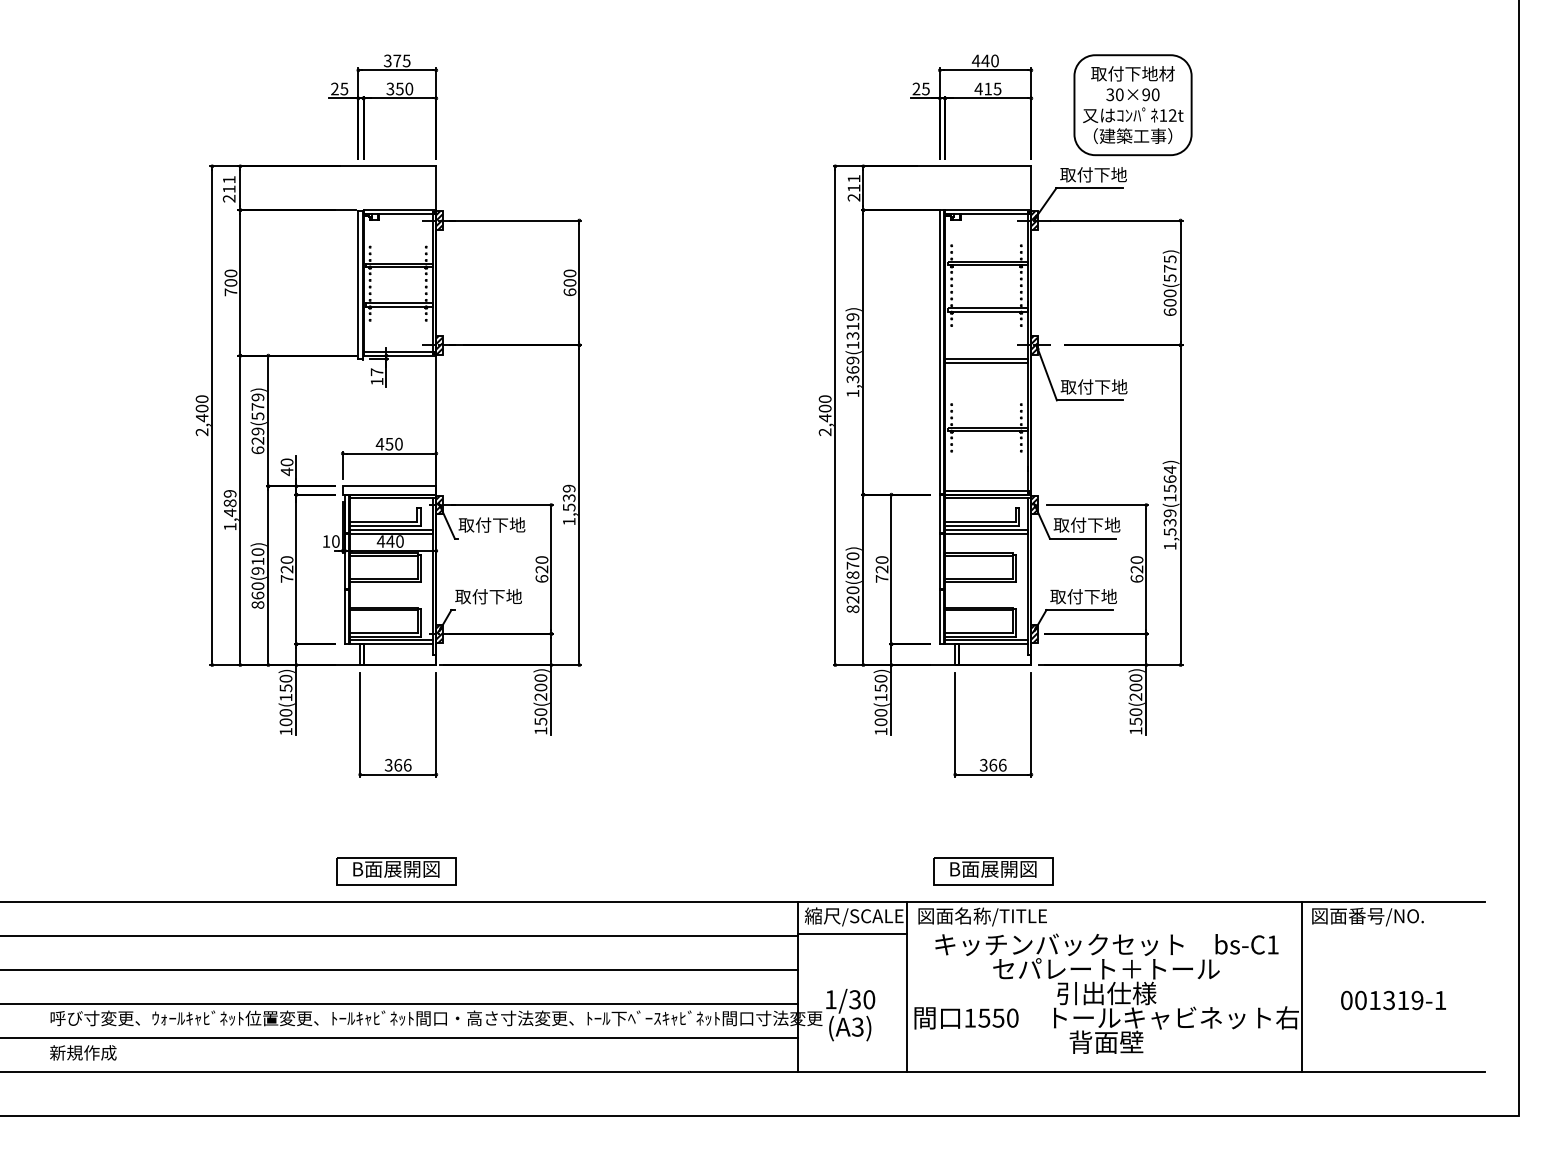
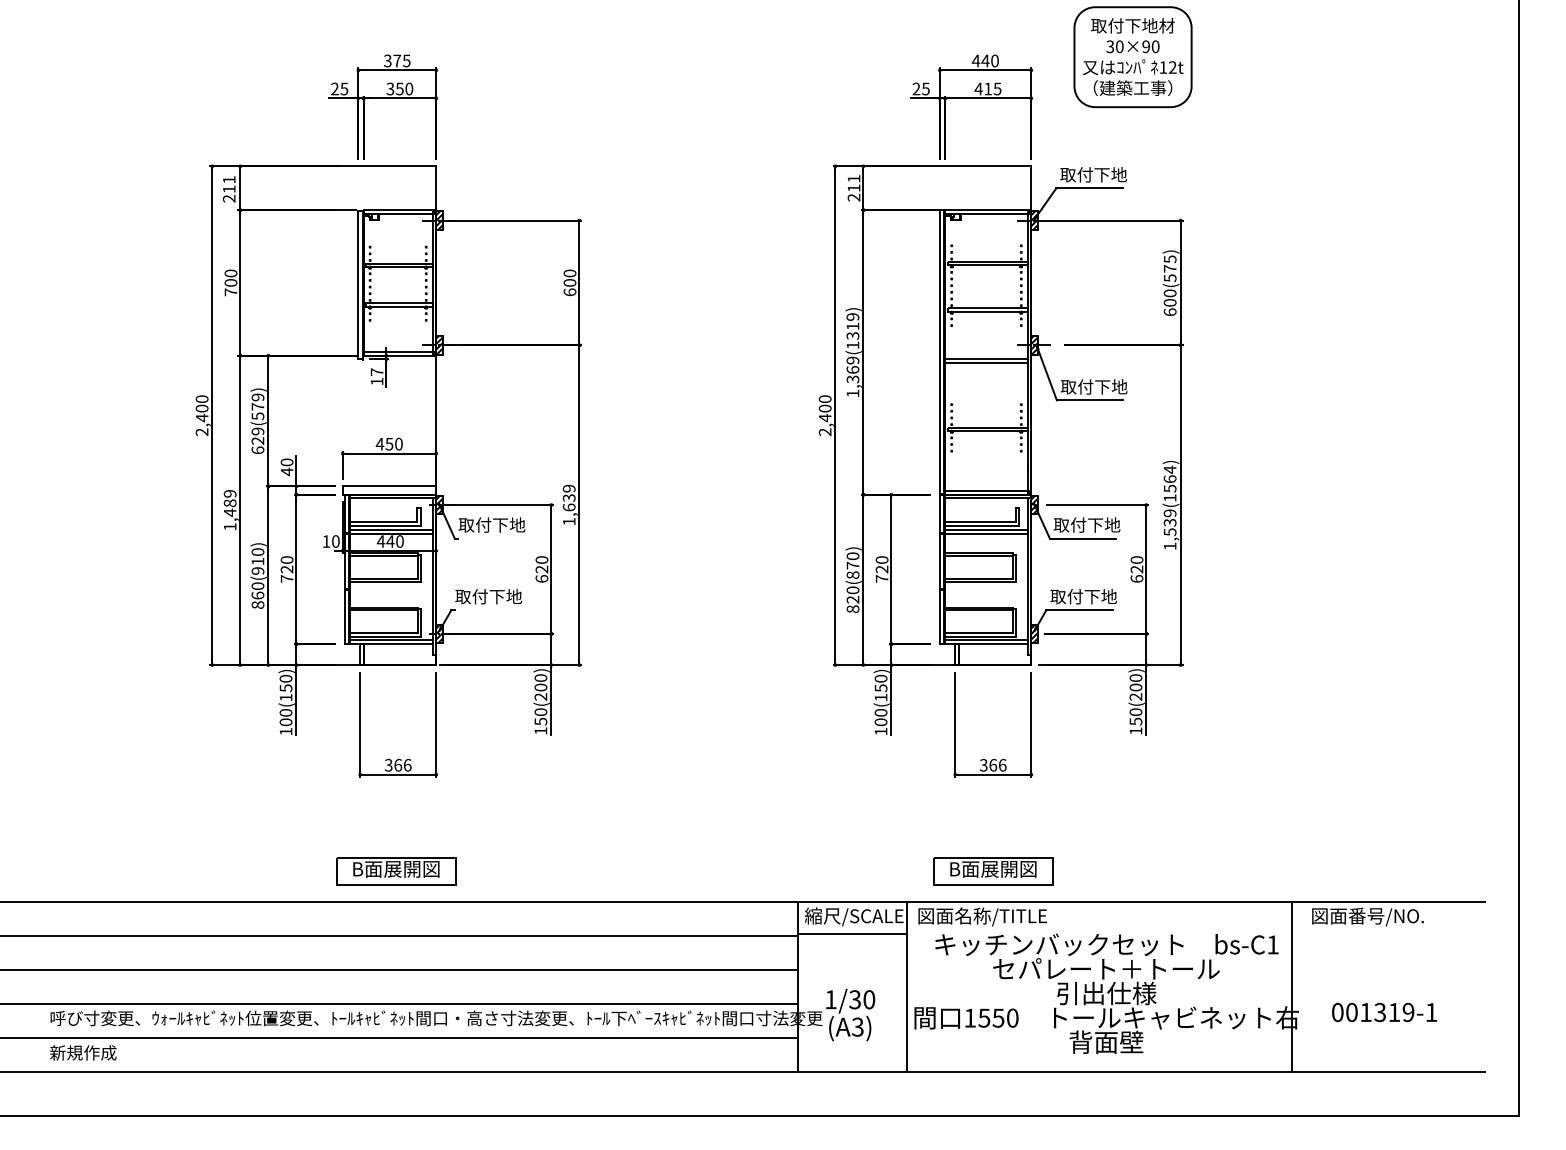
part at (1132, 105) position: (1132, 105) -> (1132, 57)
text at (568, 507): 1,539 -> 1,639
line at (1302, 986) position: (1302, 986) -> (1292, 986)
text at (1393, 1000) position: (1393, 1000) -> (1384, 1012)
